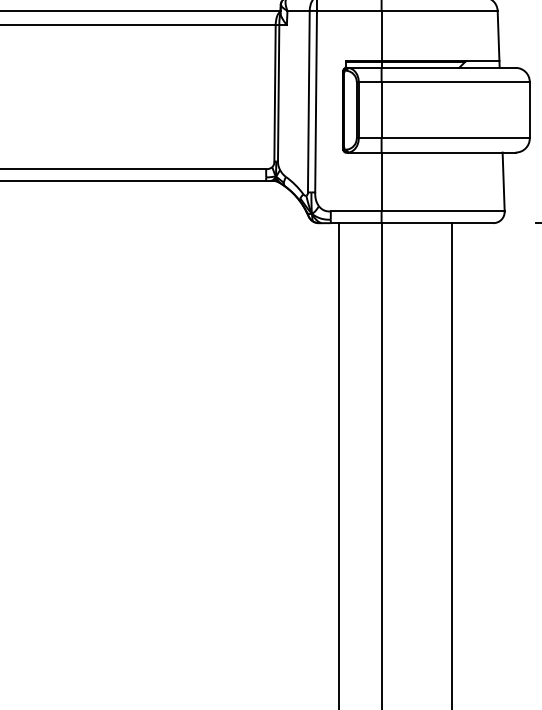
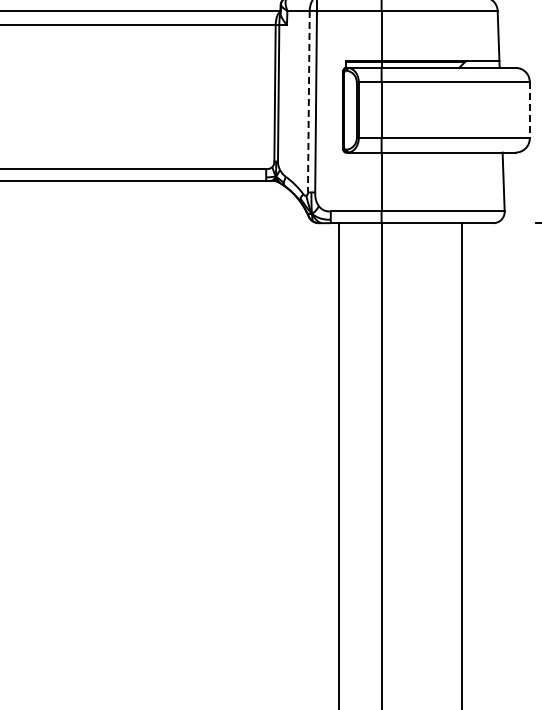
line at (308, 101): solid -> dashed
line at (529, 110): solid -> dashed
line at (452, 464) position: (452, 464) -> (462, 464)
